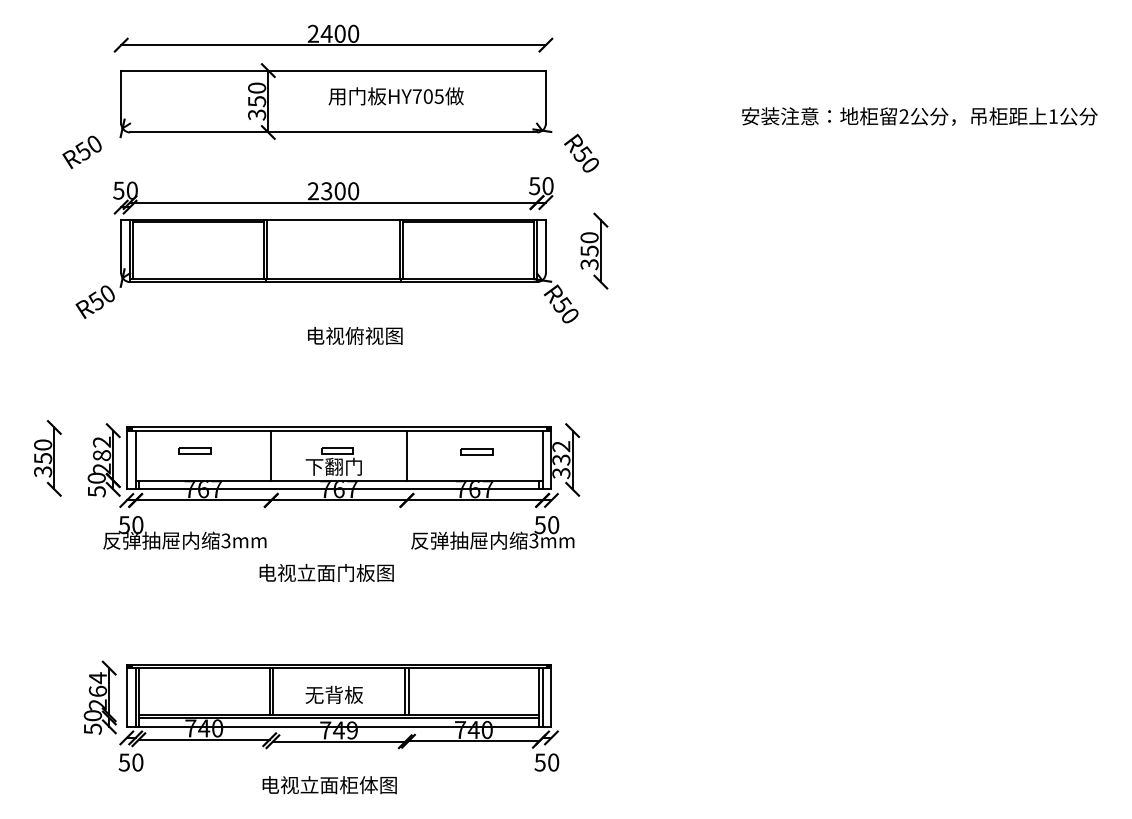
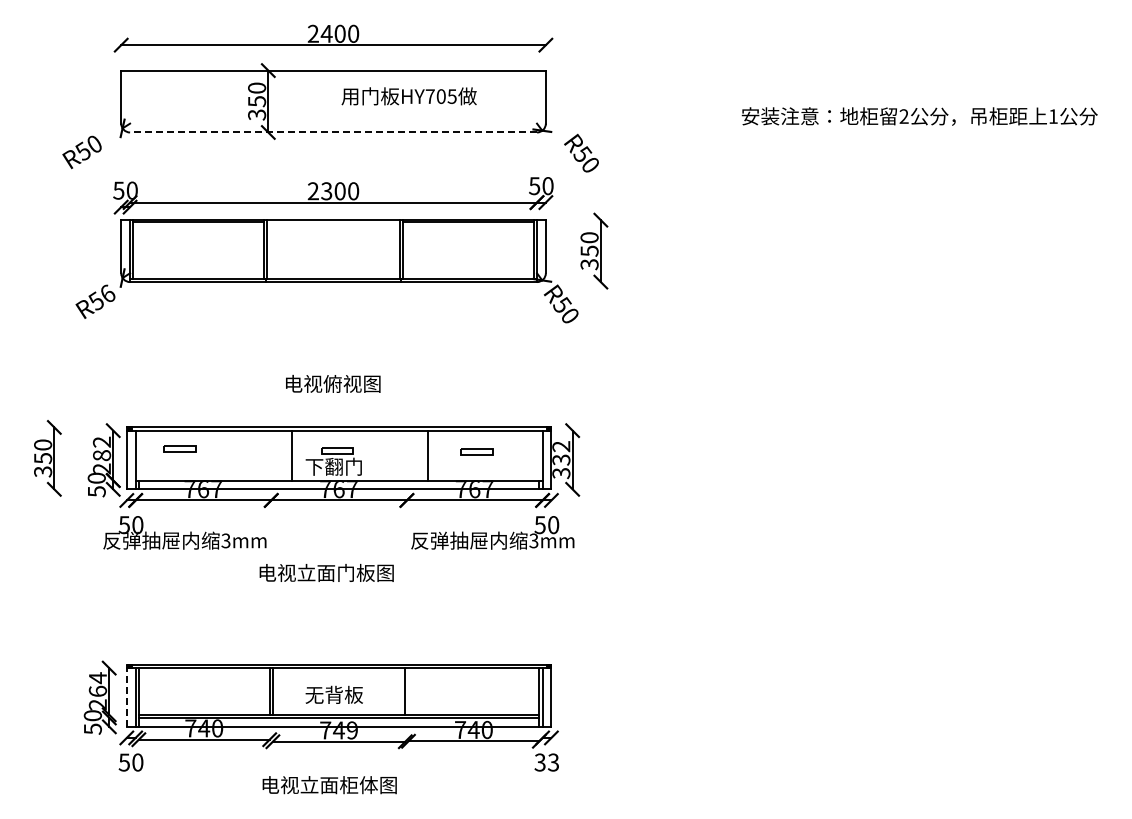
text at (395, 96) position: (395, 96) -> (408, 96)
line at (333, 132): solid -> dashed
text at (107, 293): R50 -> R56
text at (355, 335) position: (355, 335) -> (333, 383)
part at (194, 450) position: (194, 450) -> (179, 448)
line at (271, 455) position: (271, 455) -> (292, 455)
line at (406, 455) position: (406, 455) -> (427, 455)
line at (408, 691): present -> none
line at (126, 695): solid -> dashed
text at (547, 762): 50 -> 33
